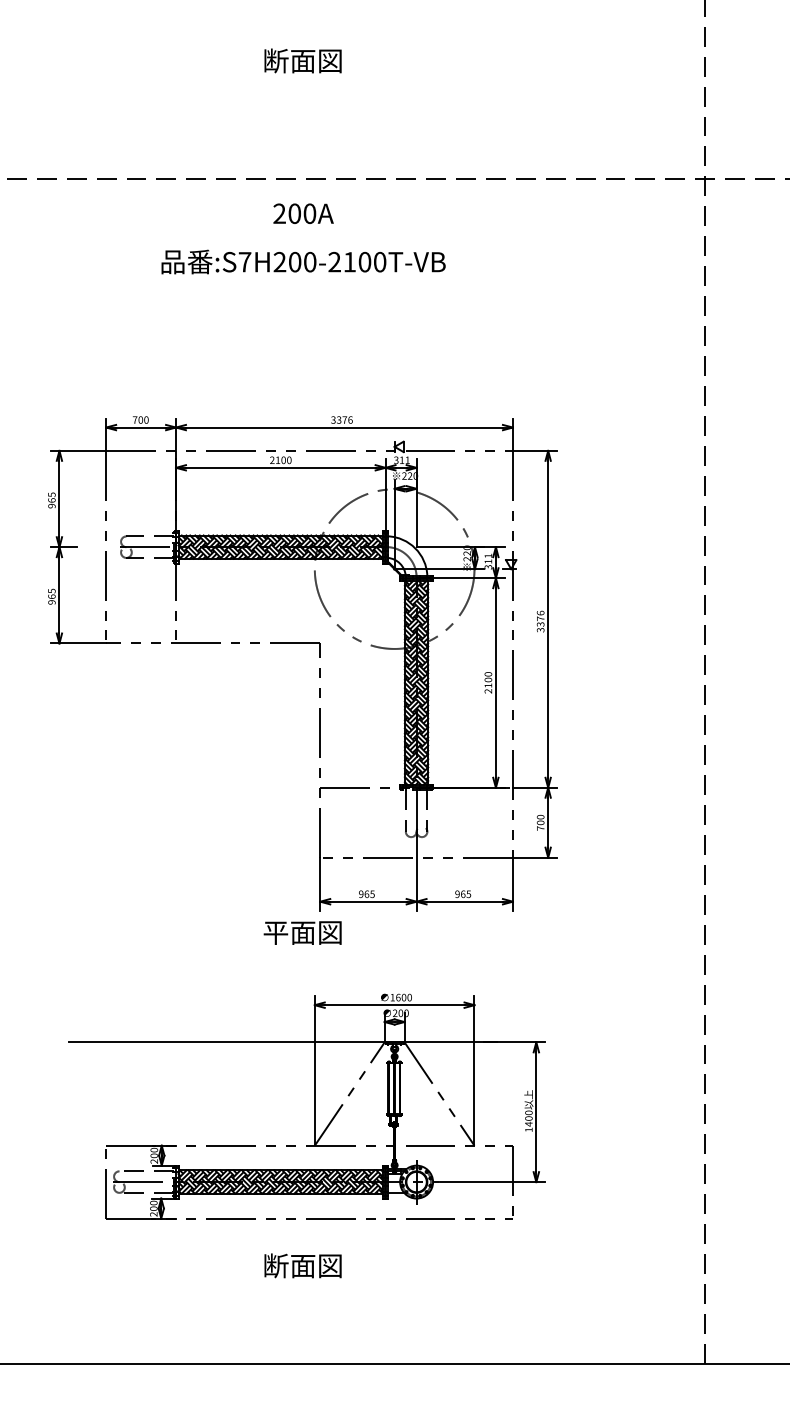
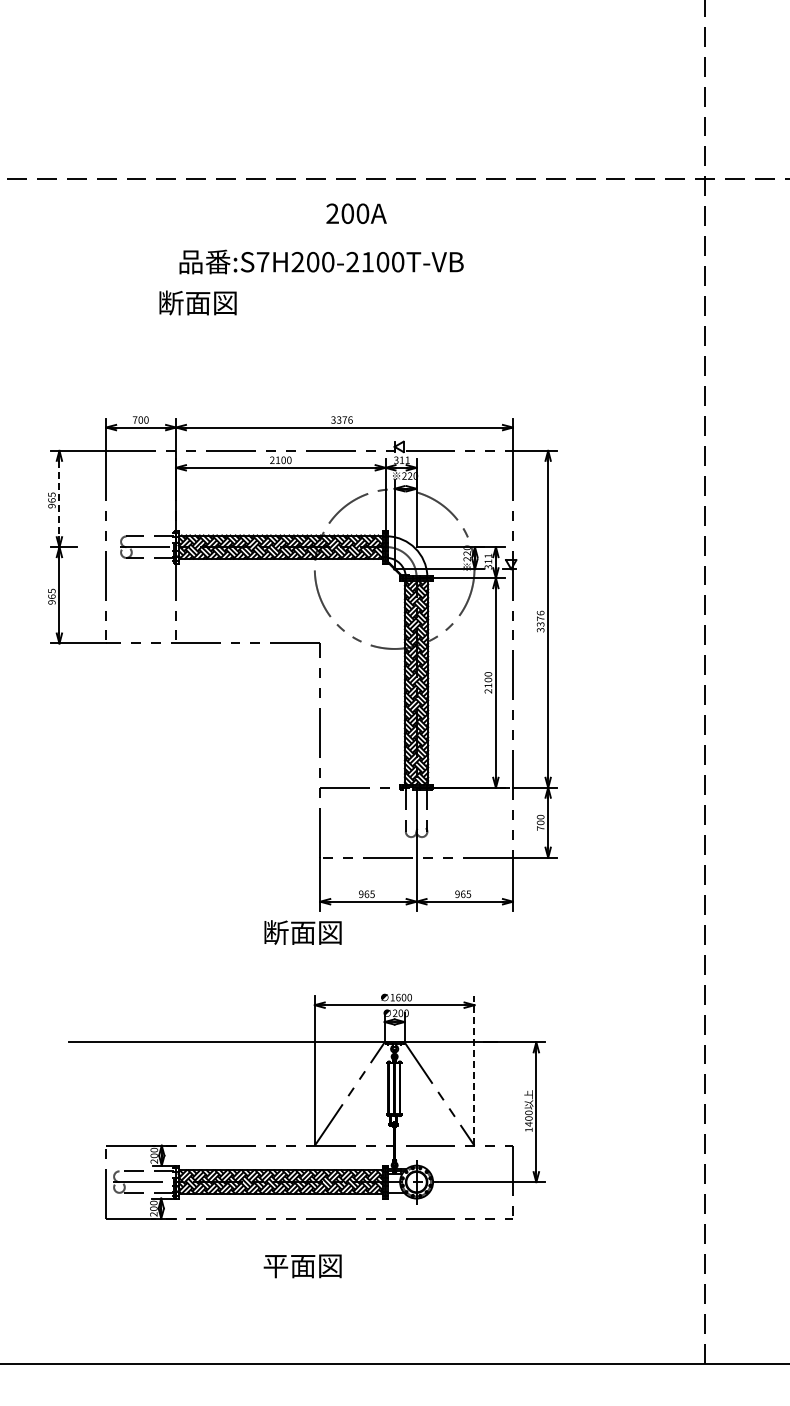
text at (302, 60) position: (302, 60) -> (197, 302)
text at (303, 213) position: (303, 213) -> (356, 213)
text at (303, 261) position: (303, 261) -> (321, 261)
line at (59, 499): solid -> dashed
text at (275, 932): 平面図 -> 断面図
line at (474, 1070): solid -> dashed
text at (275, 1265): 断面図 -> 平面図
